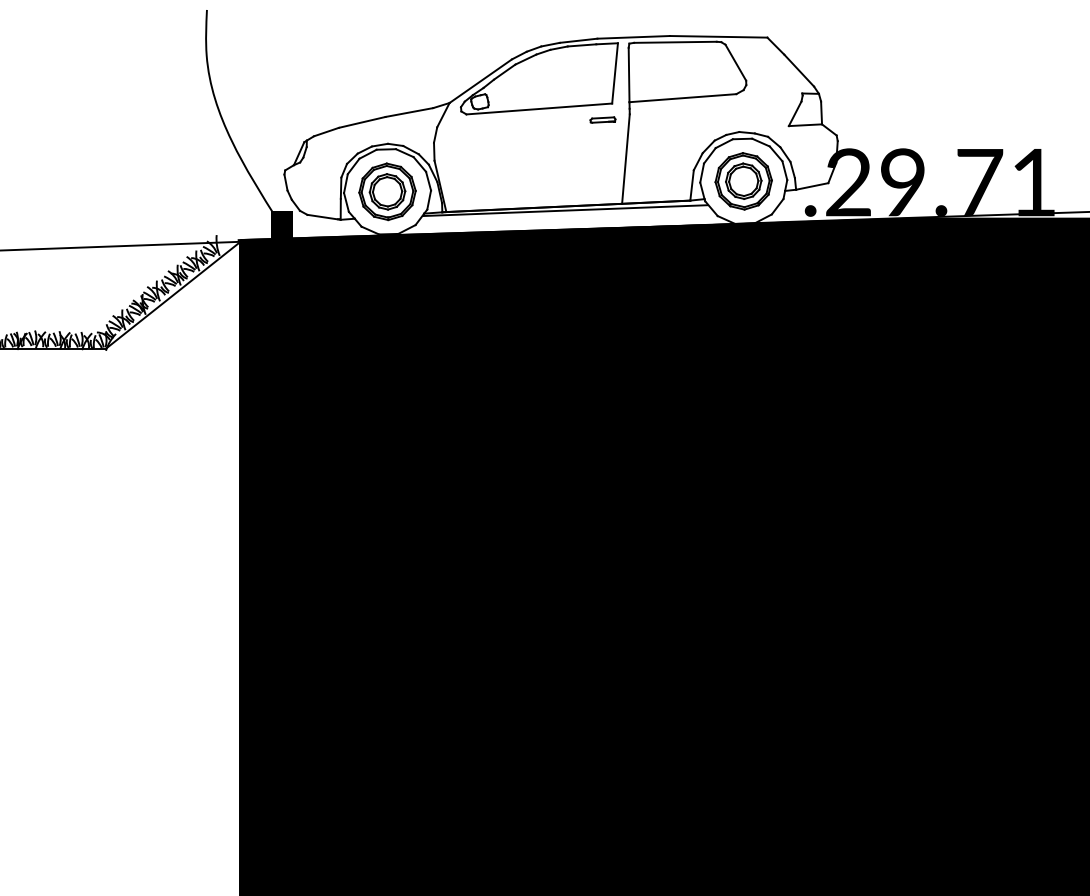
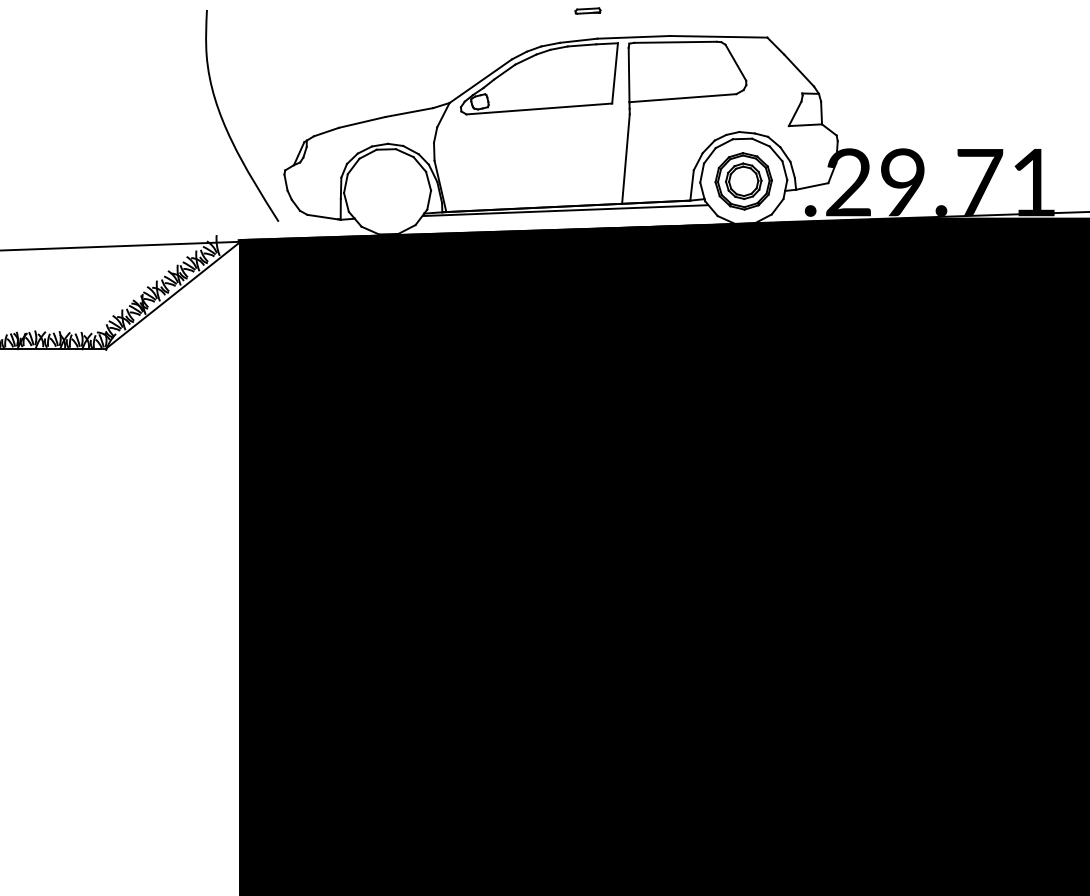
part at (602, 119) position: (602, 119) -> (587, 10)
part at (387, 191): present -> none
fill at (282, 223): present -> none
